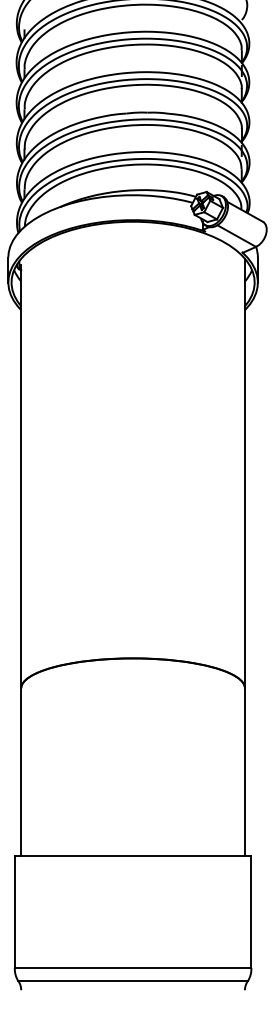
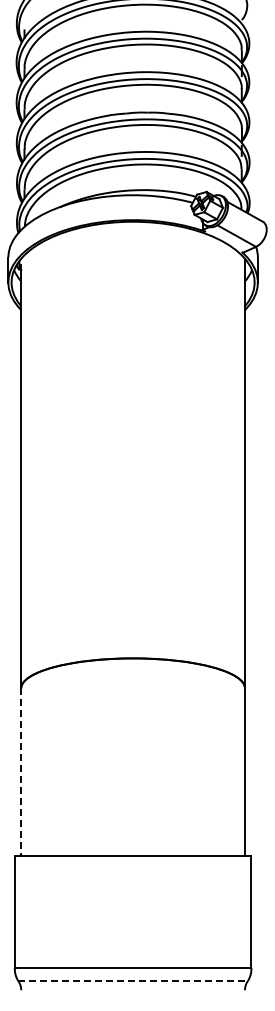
line at (21, 772): solid -> dashed
line at (133, 980): solid -> dashed
